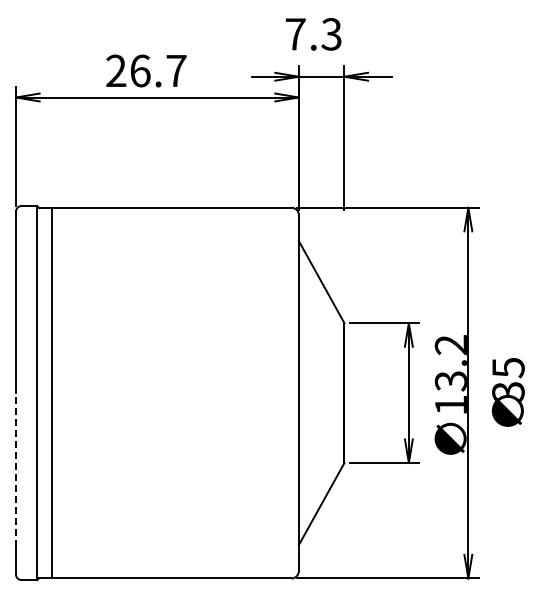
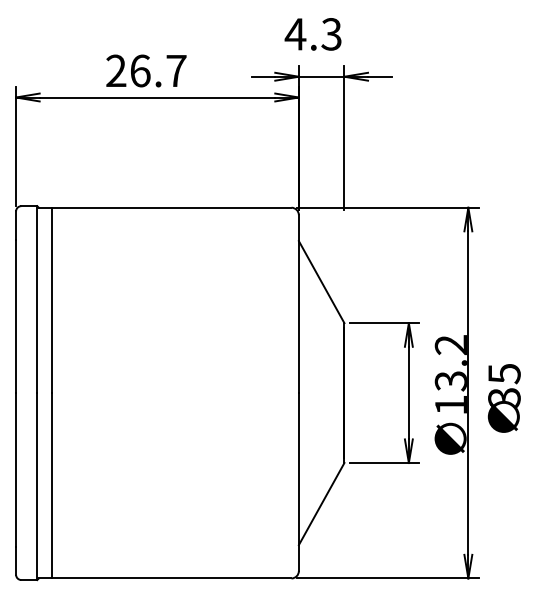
text at (295, 34): 7.3 -> 4.3
text at (507, 392) position: (507, 392) -> (503, 398)
line at (16, 469): dashed -> solid
